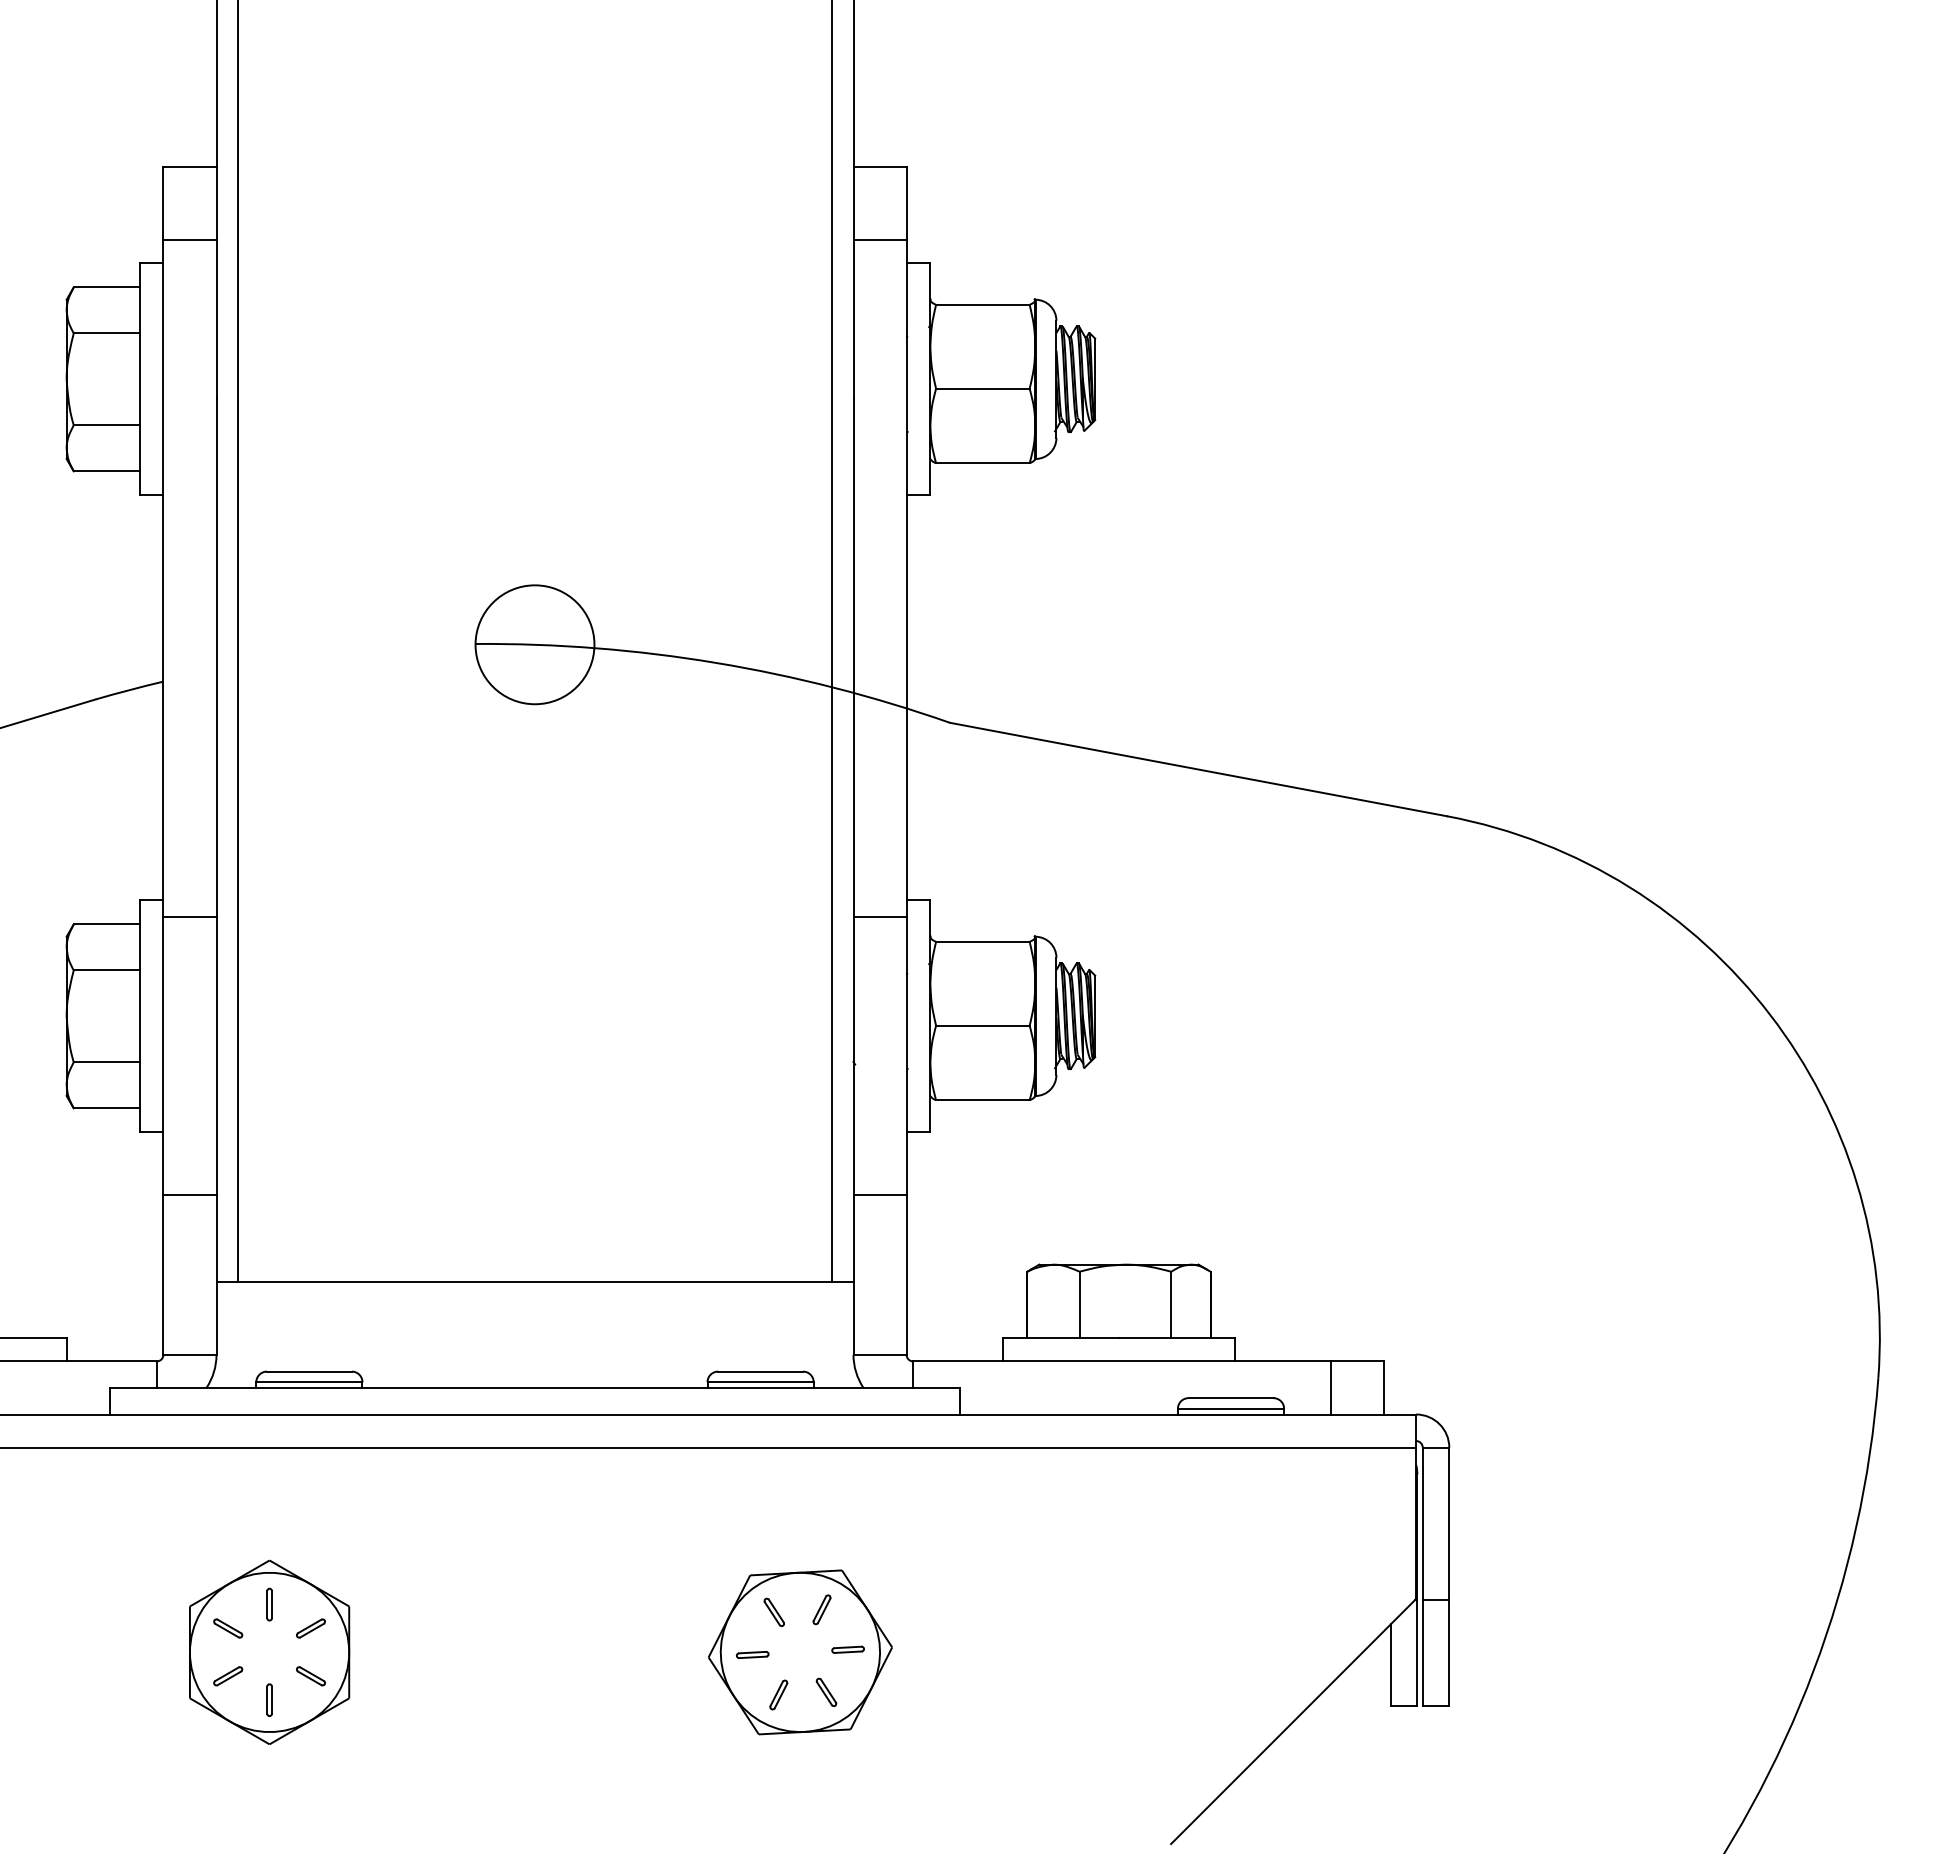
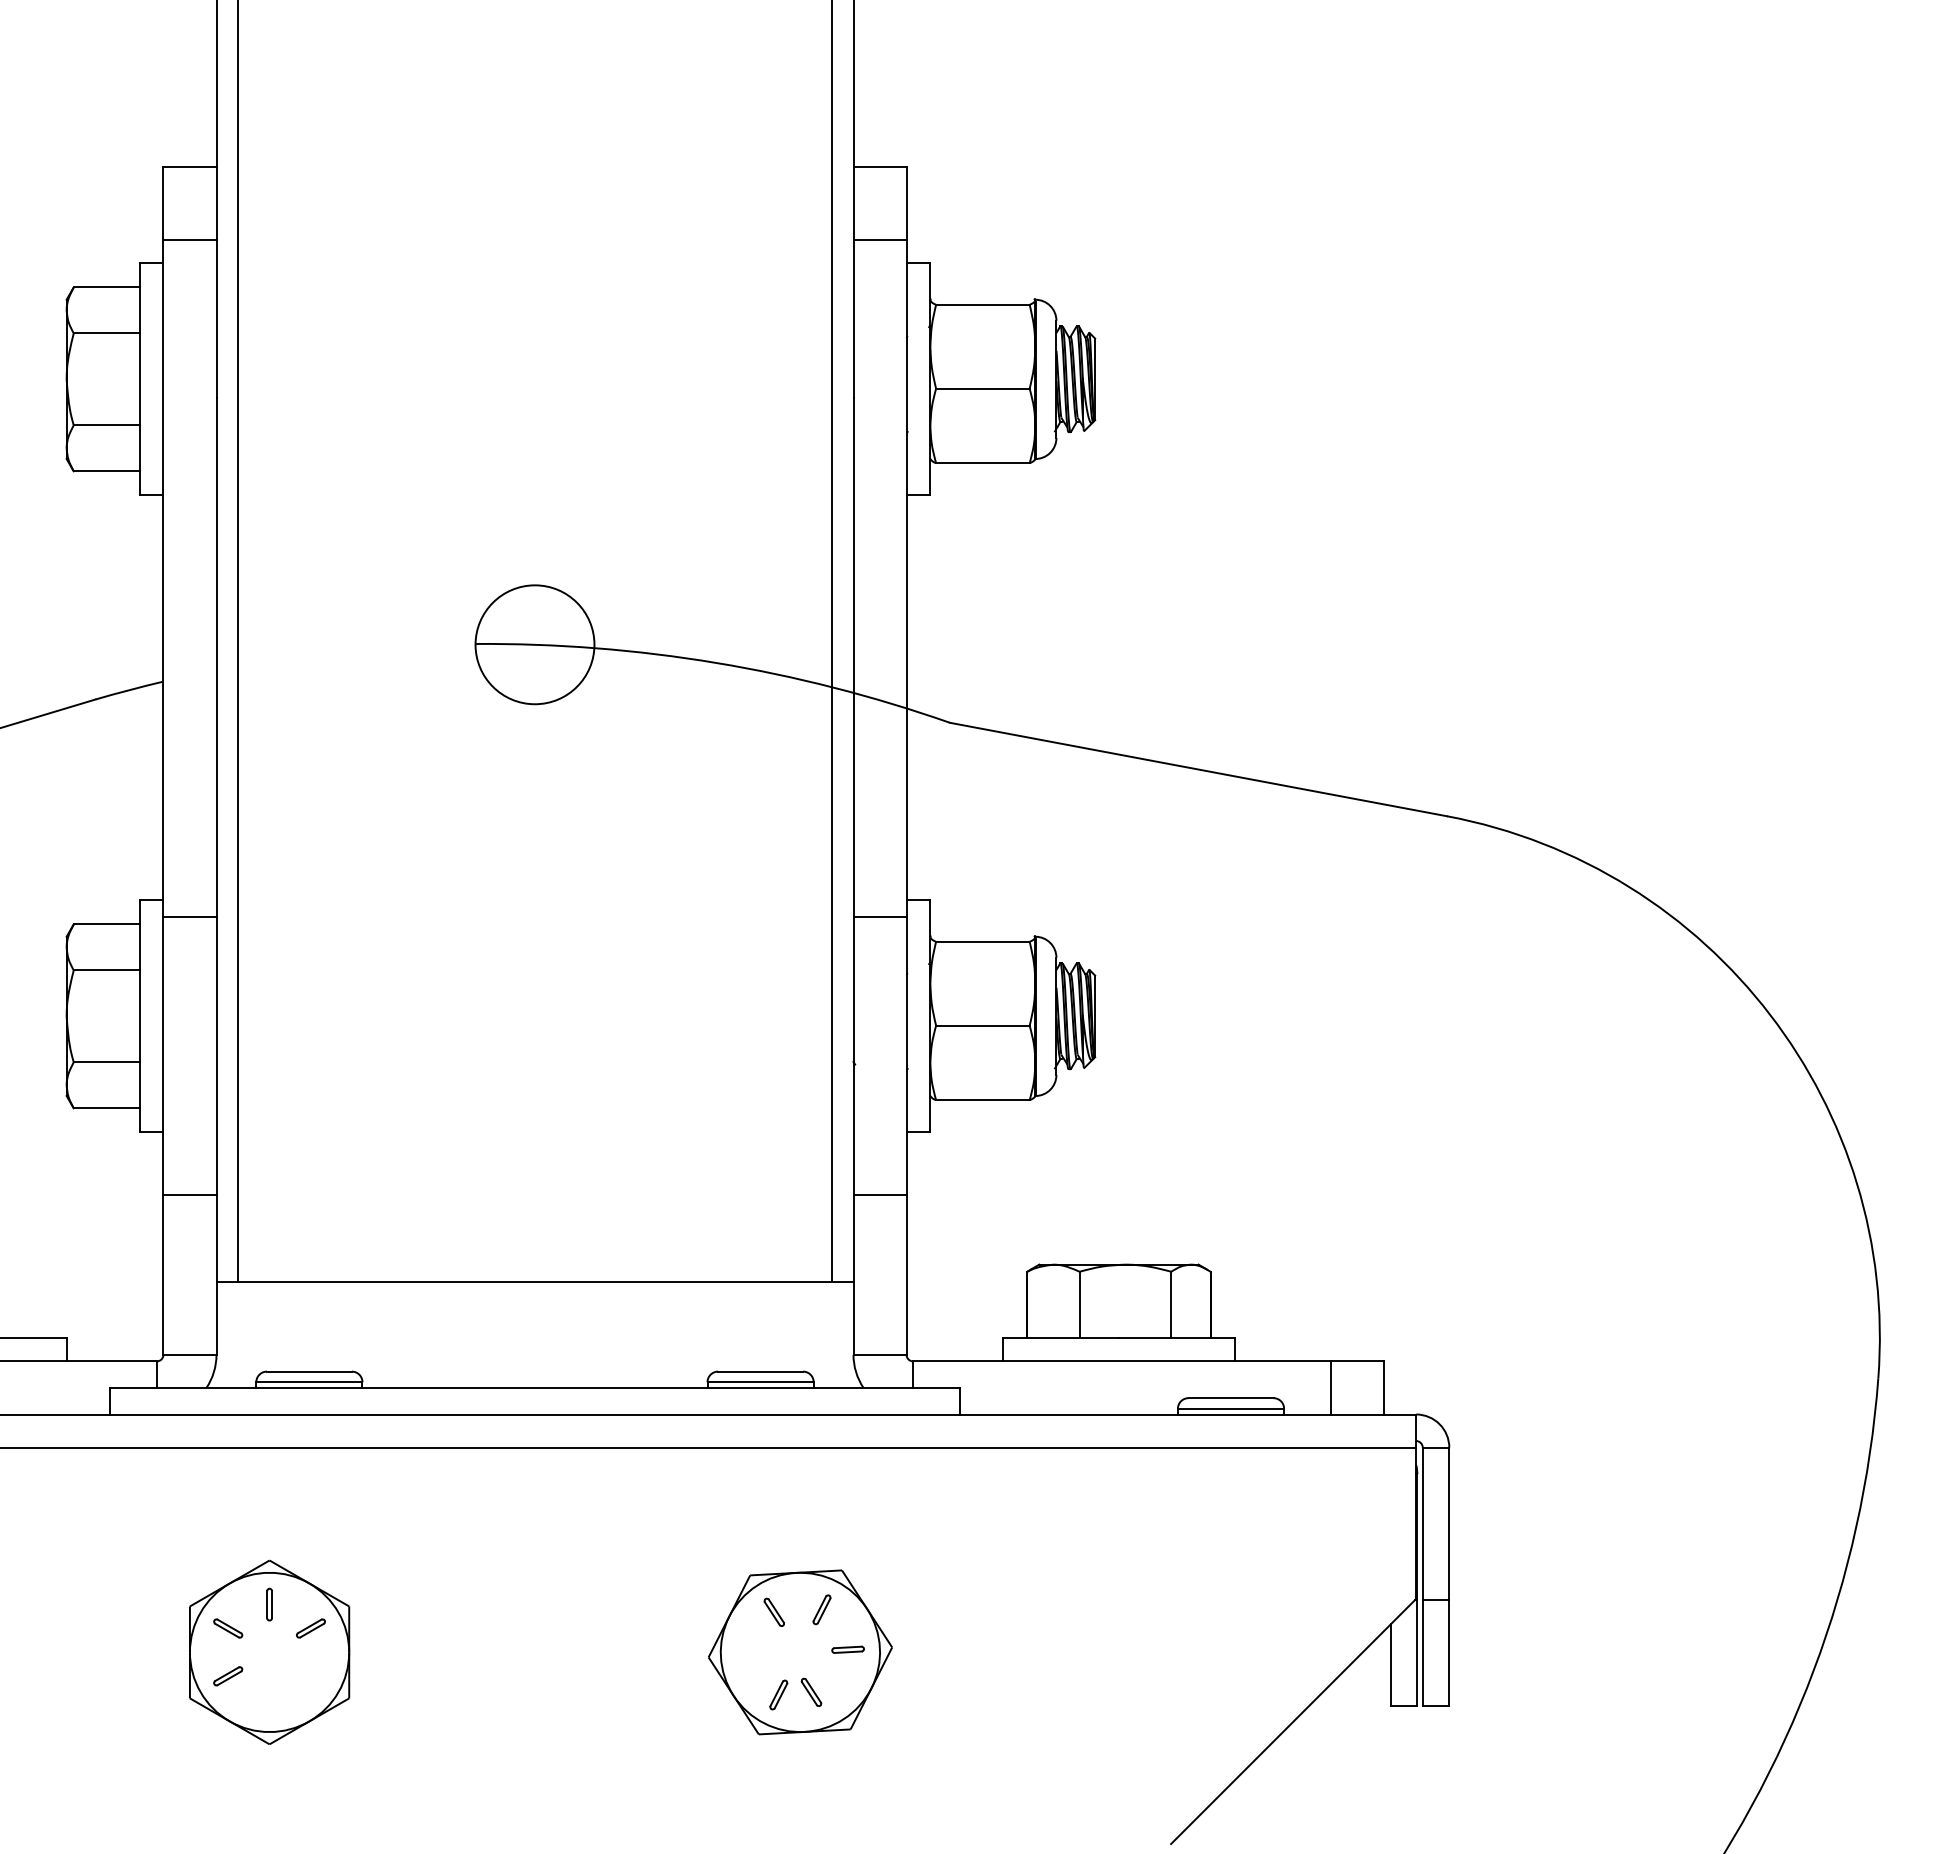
part at (752, 1654): present -> none
part at (310, 1676): present -> none
part at (826, 1691) position: (826, 1691) -> (811, 1691)
part at (269, 1699): present -> none
